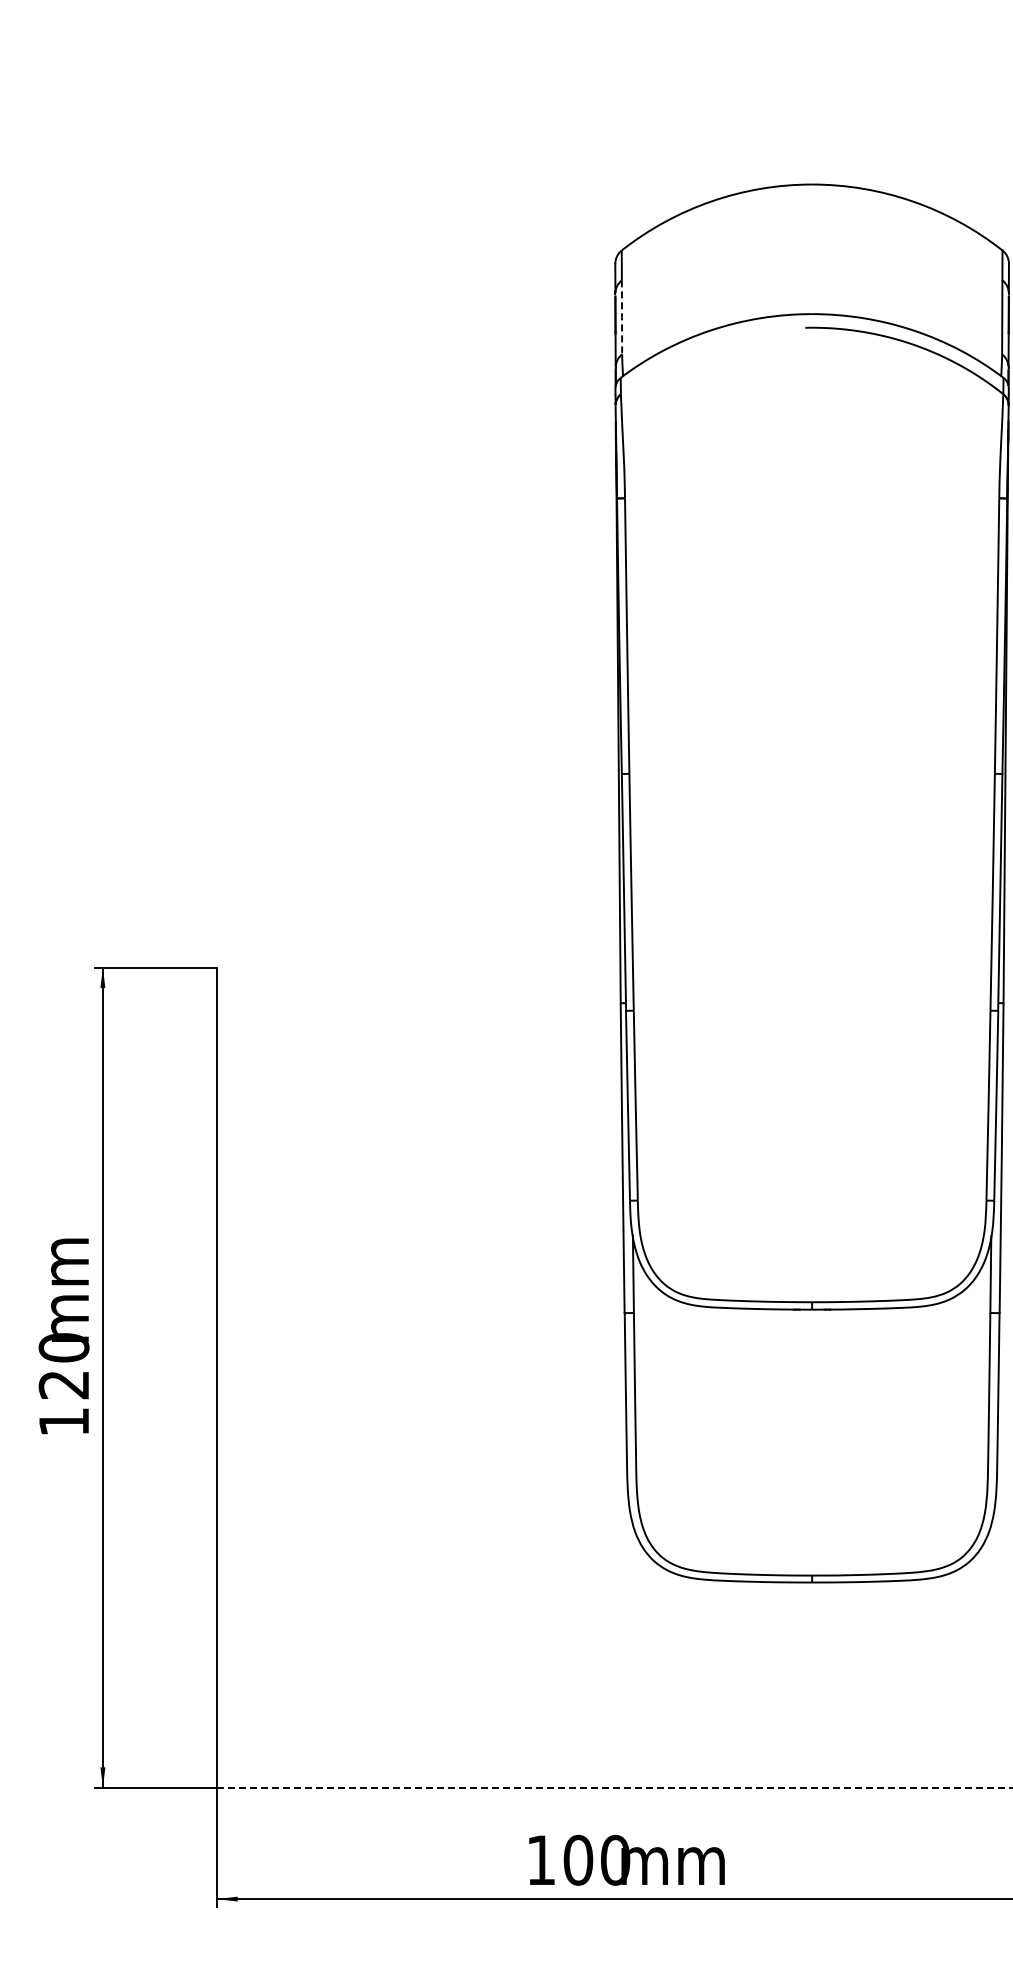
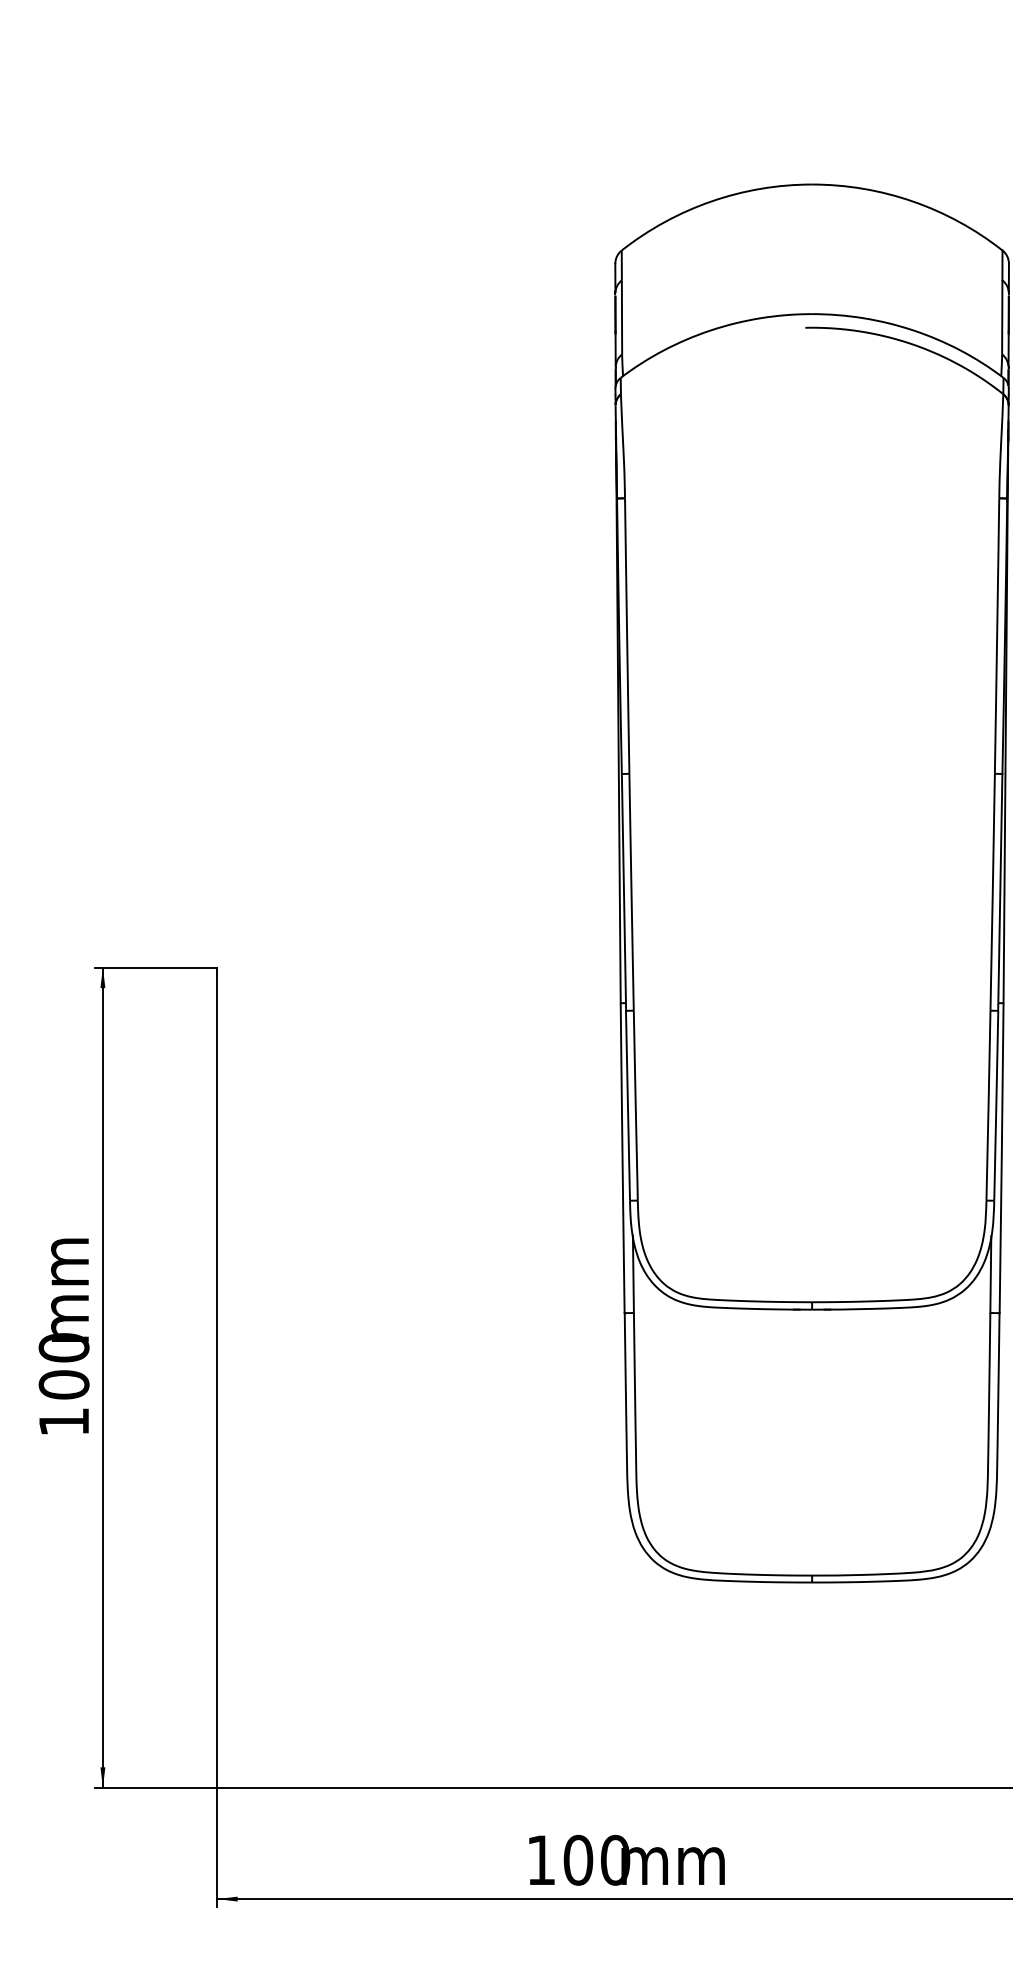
line at (622, 317): dashed -> solid
text at (63, 1384): 120 -> 100
line at (614, 1787): dashed -> solid
